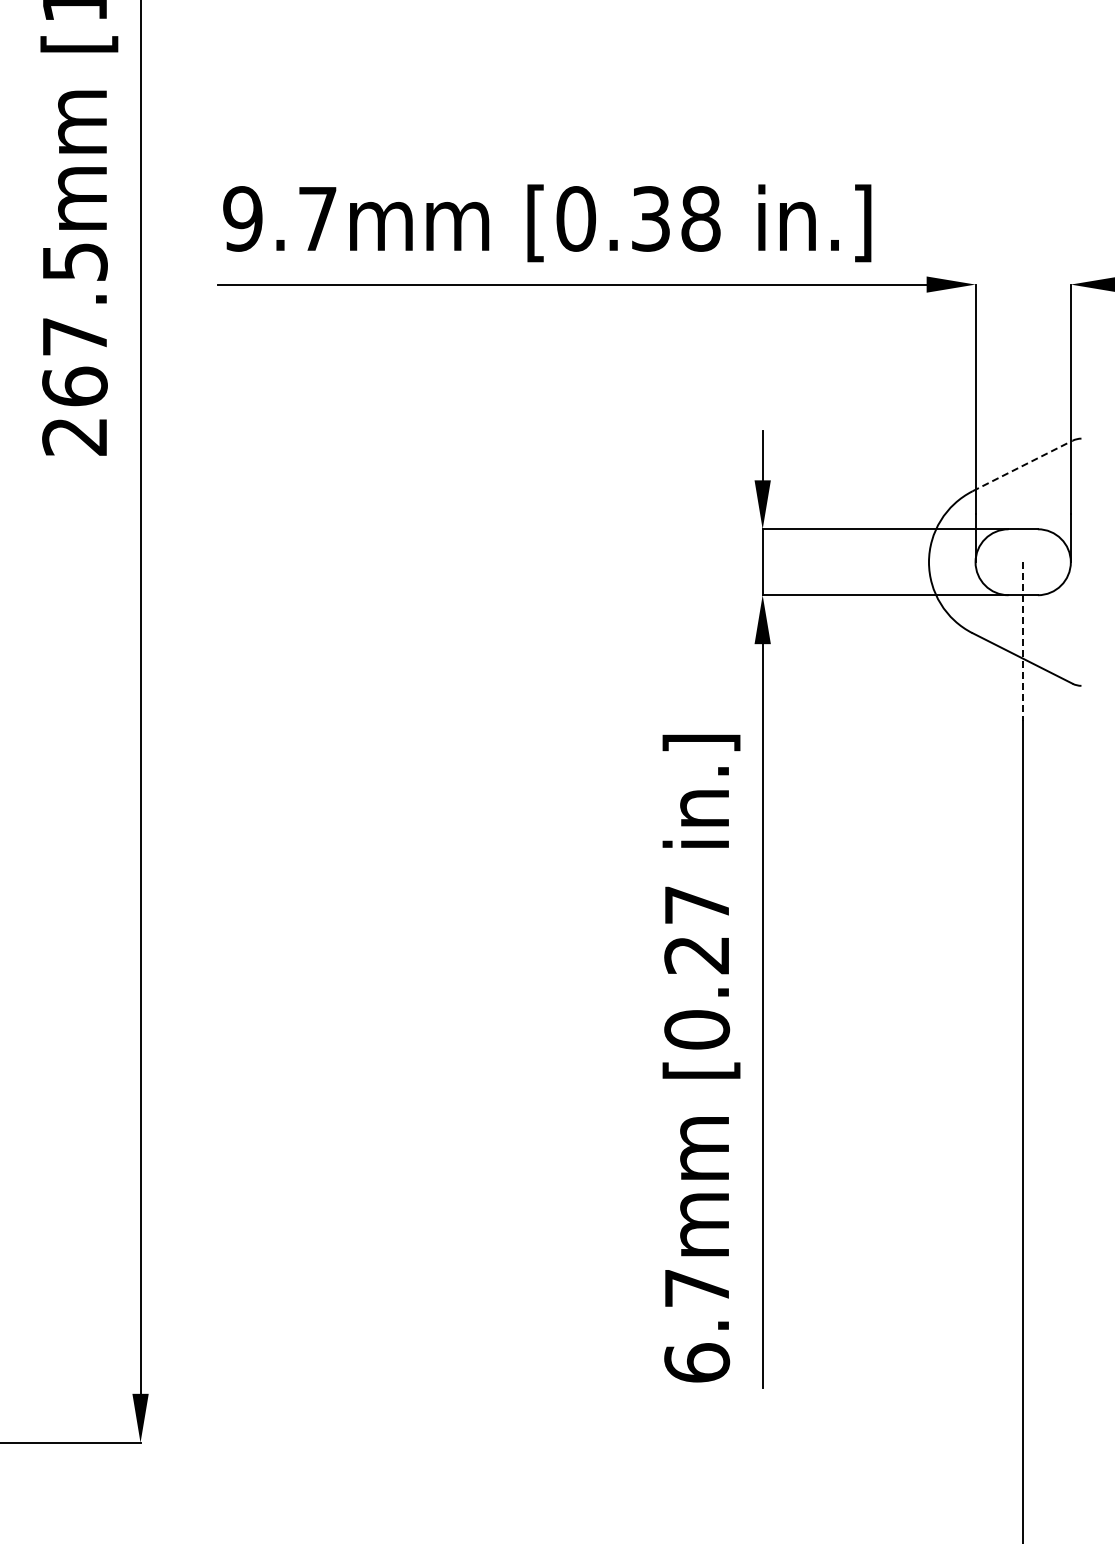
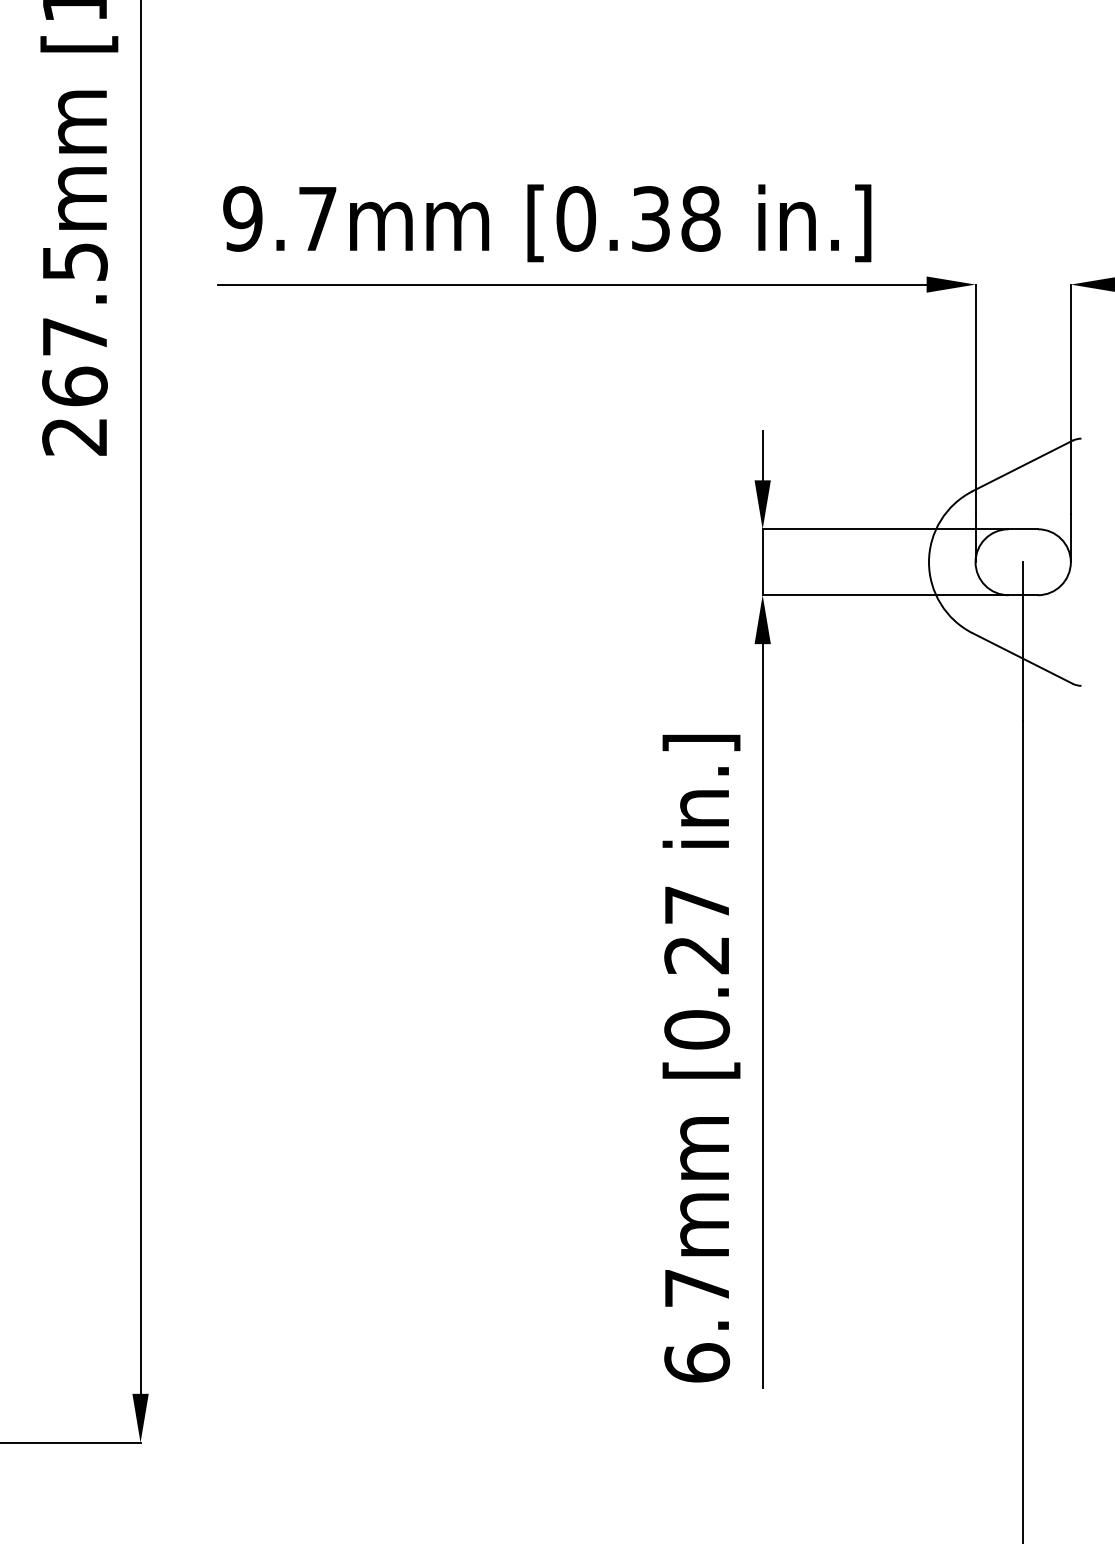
line at (1022, 465): dashed -> solid
line at (1023, 641): dashed -> solid
